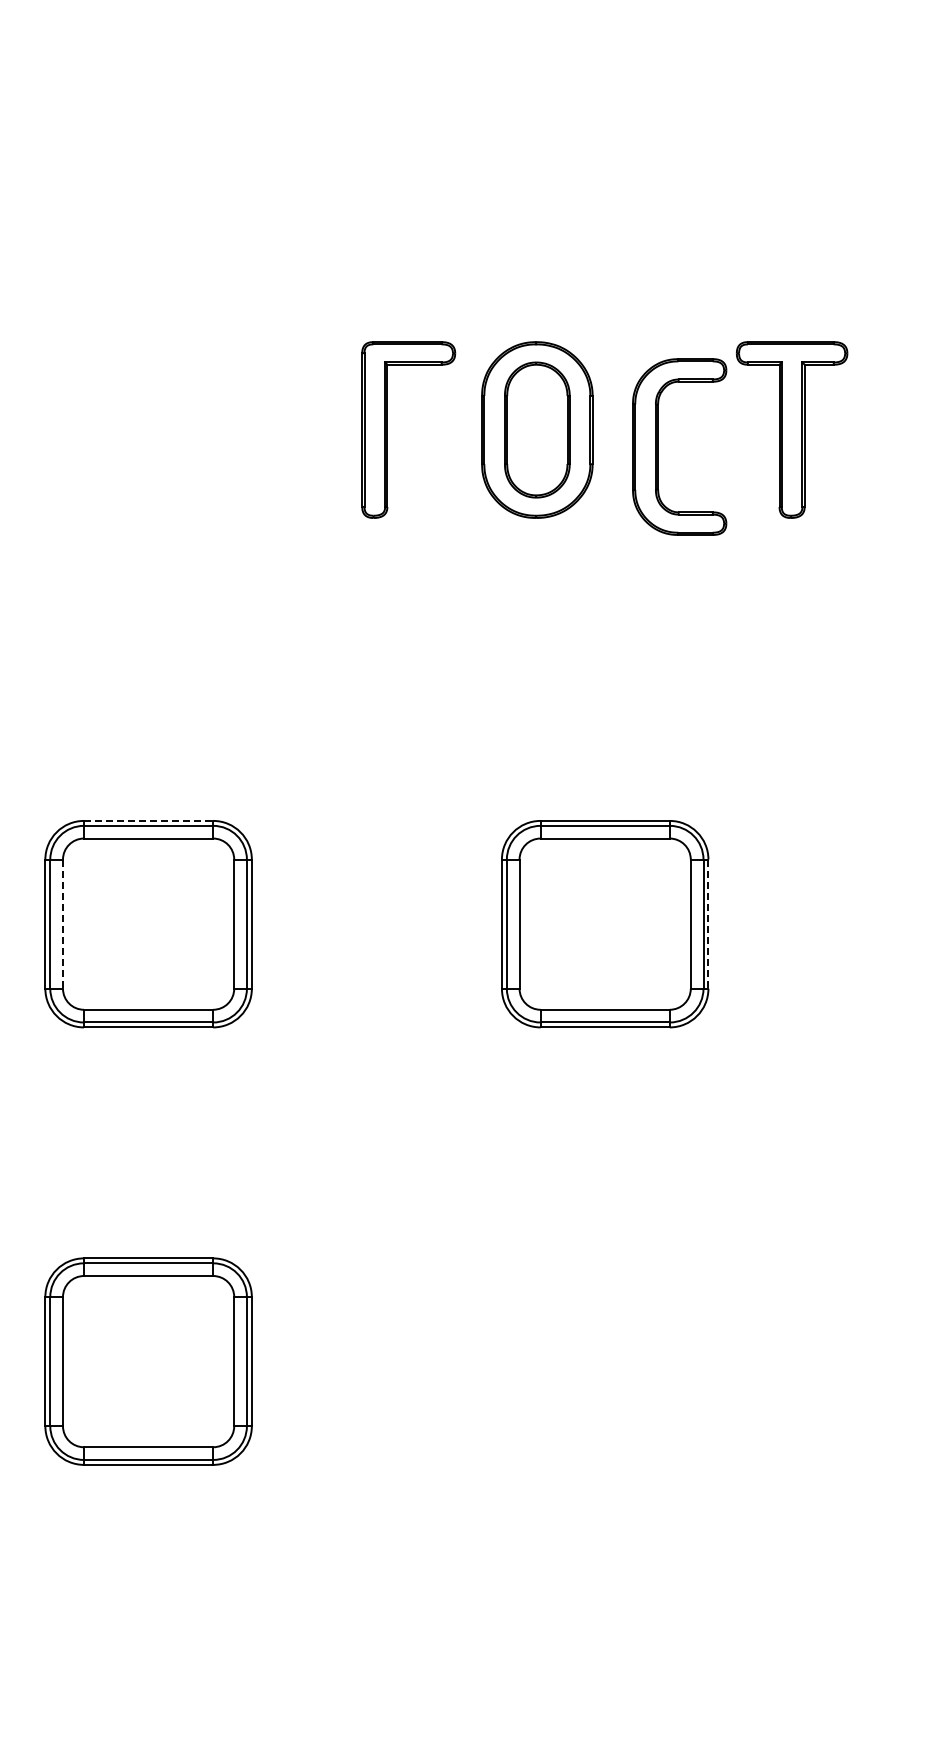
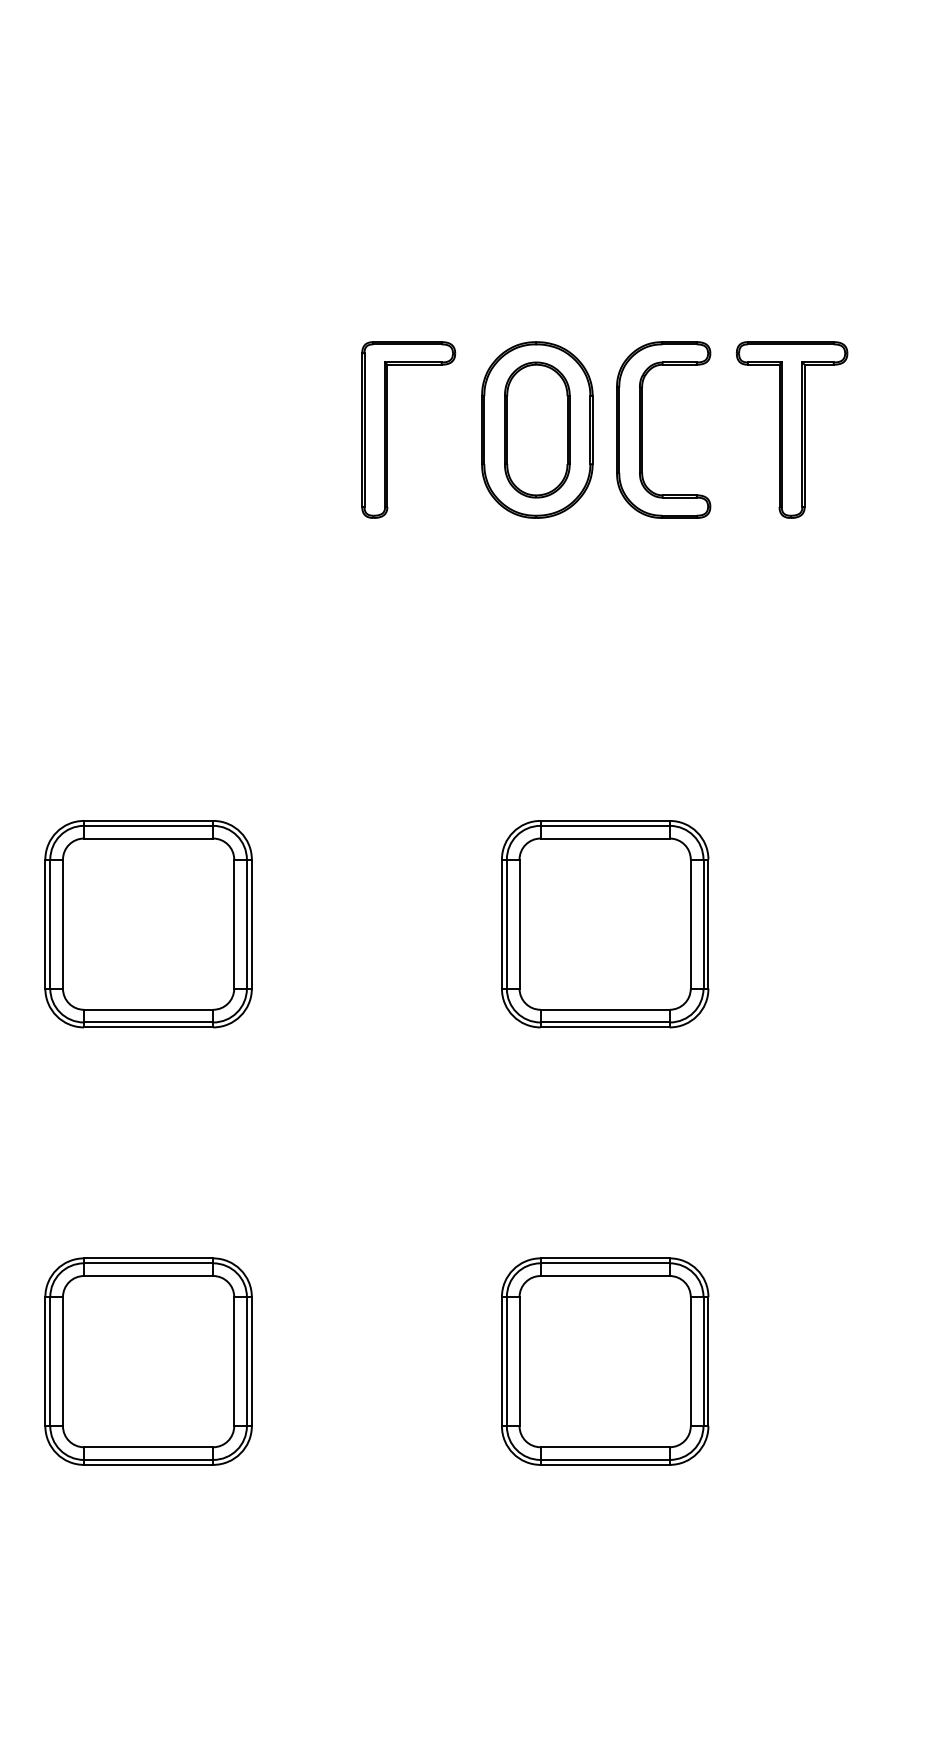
part at (658, 446) position: (658, 446) -> (642, 429)
line at (148, 820): dashed -> solid
line at (63, 924): dashed -> solid
line at (708, 924): dashed -> solid
part at (605, 1361): none -> present
